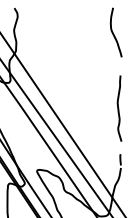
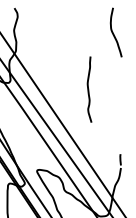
curve at (119, 108) position: (119, 108) -> (89, 89)
